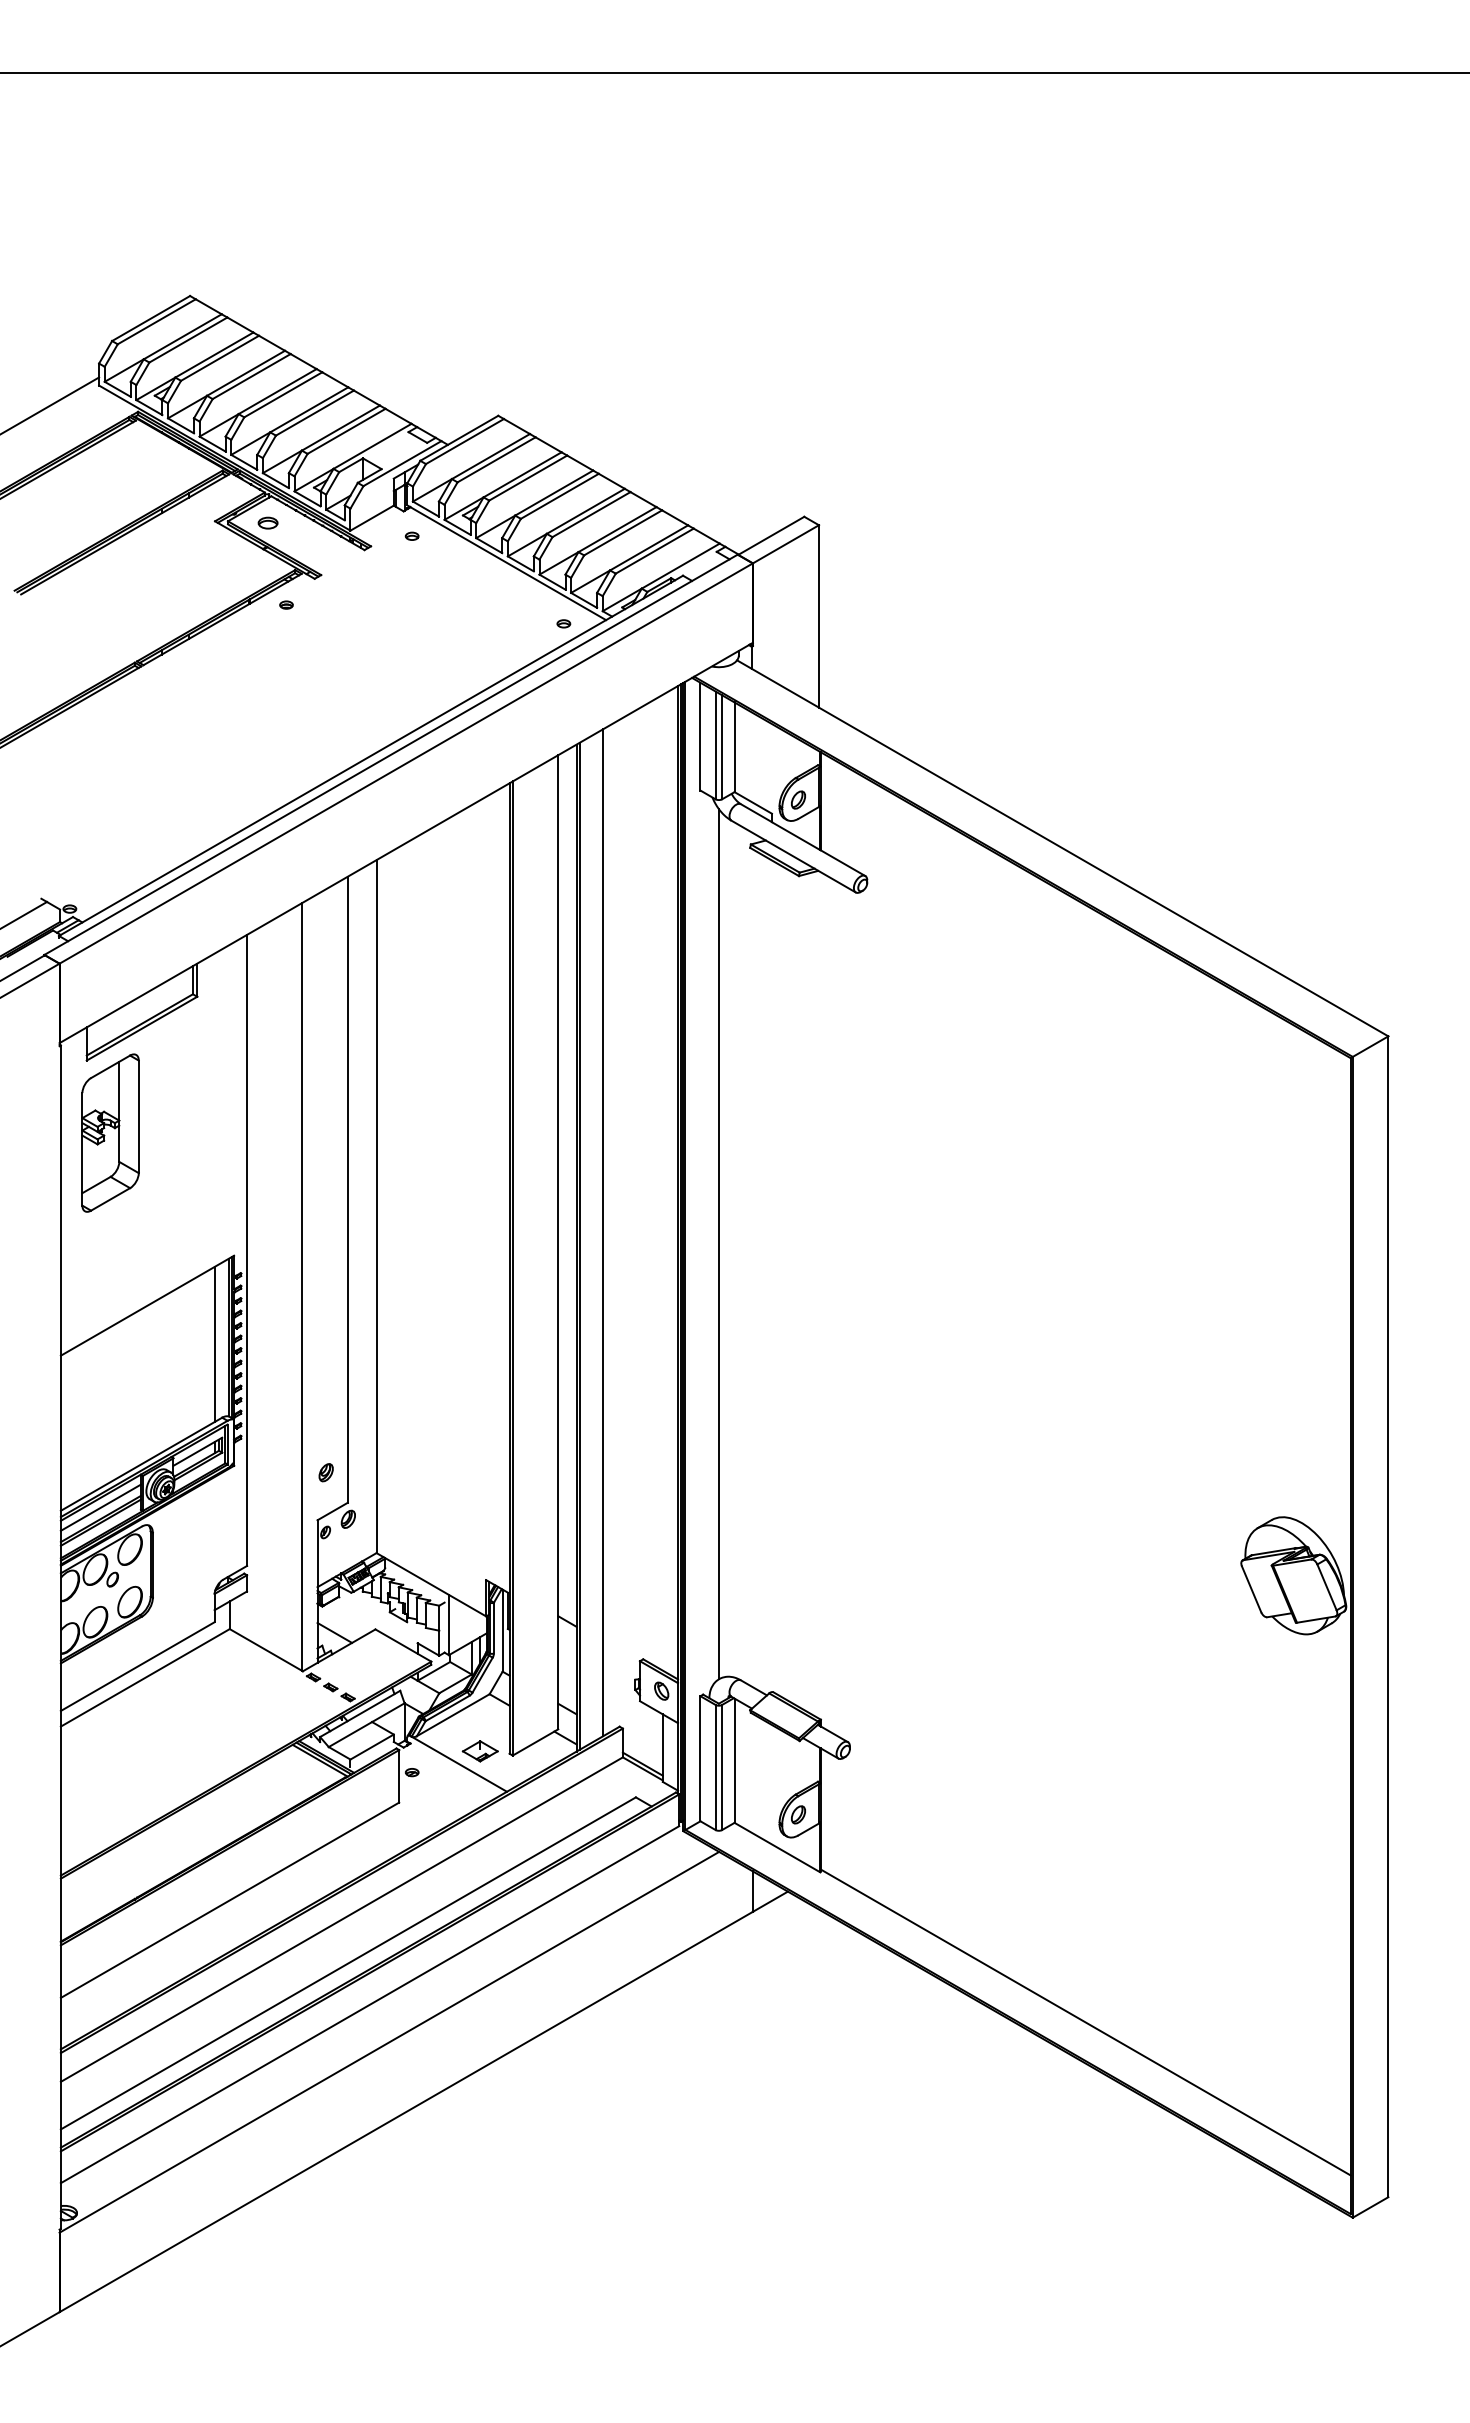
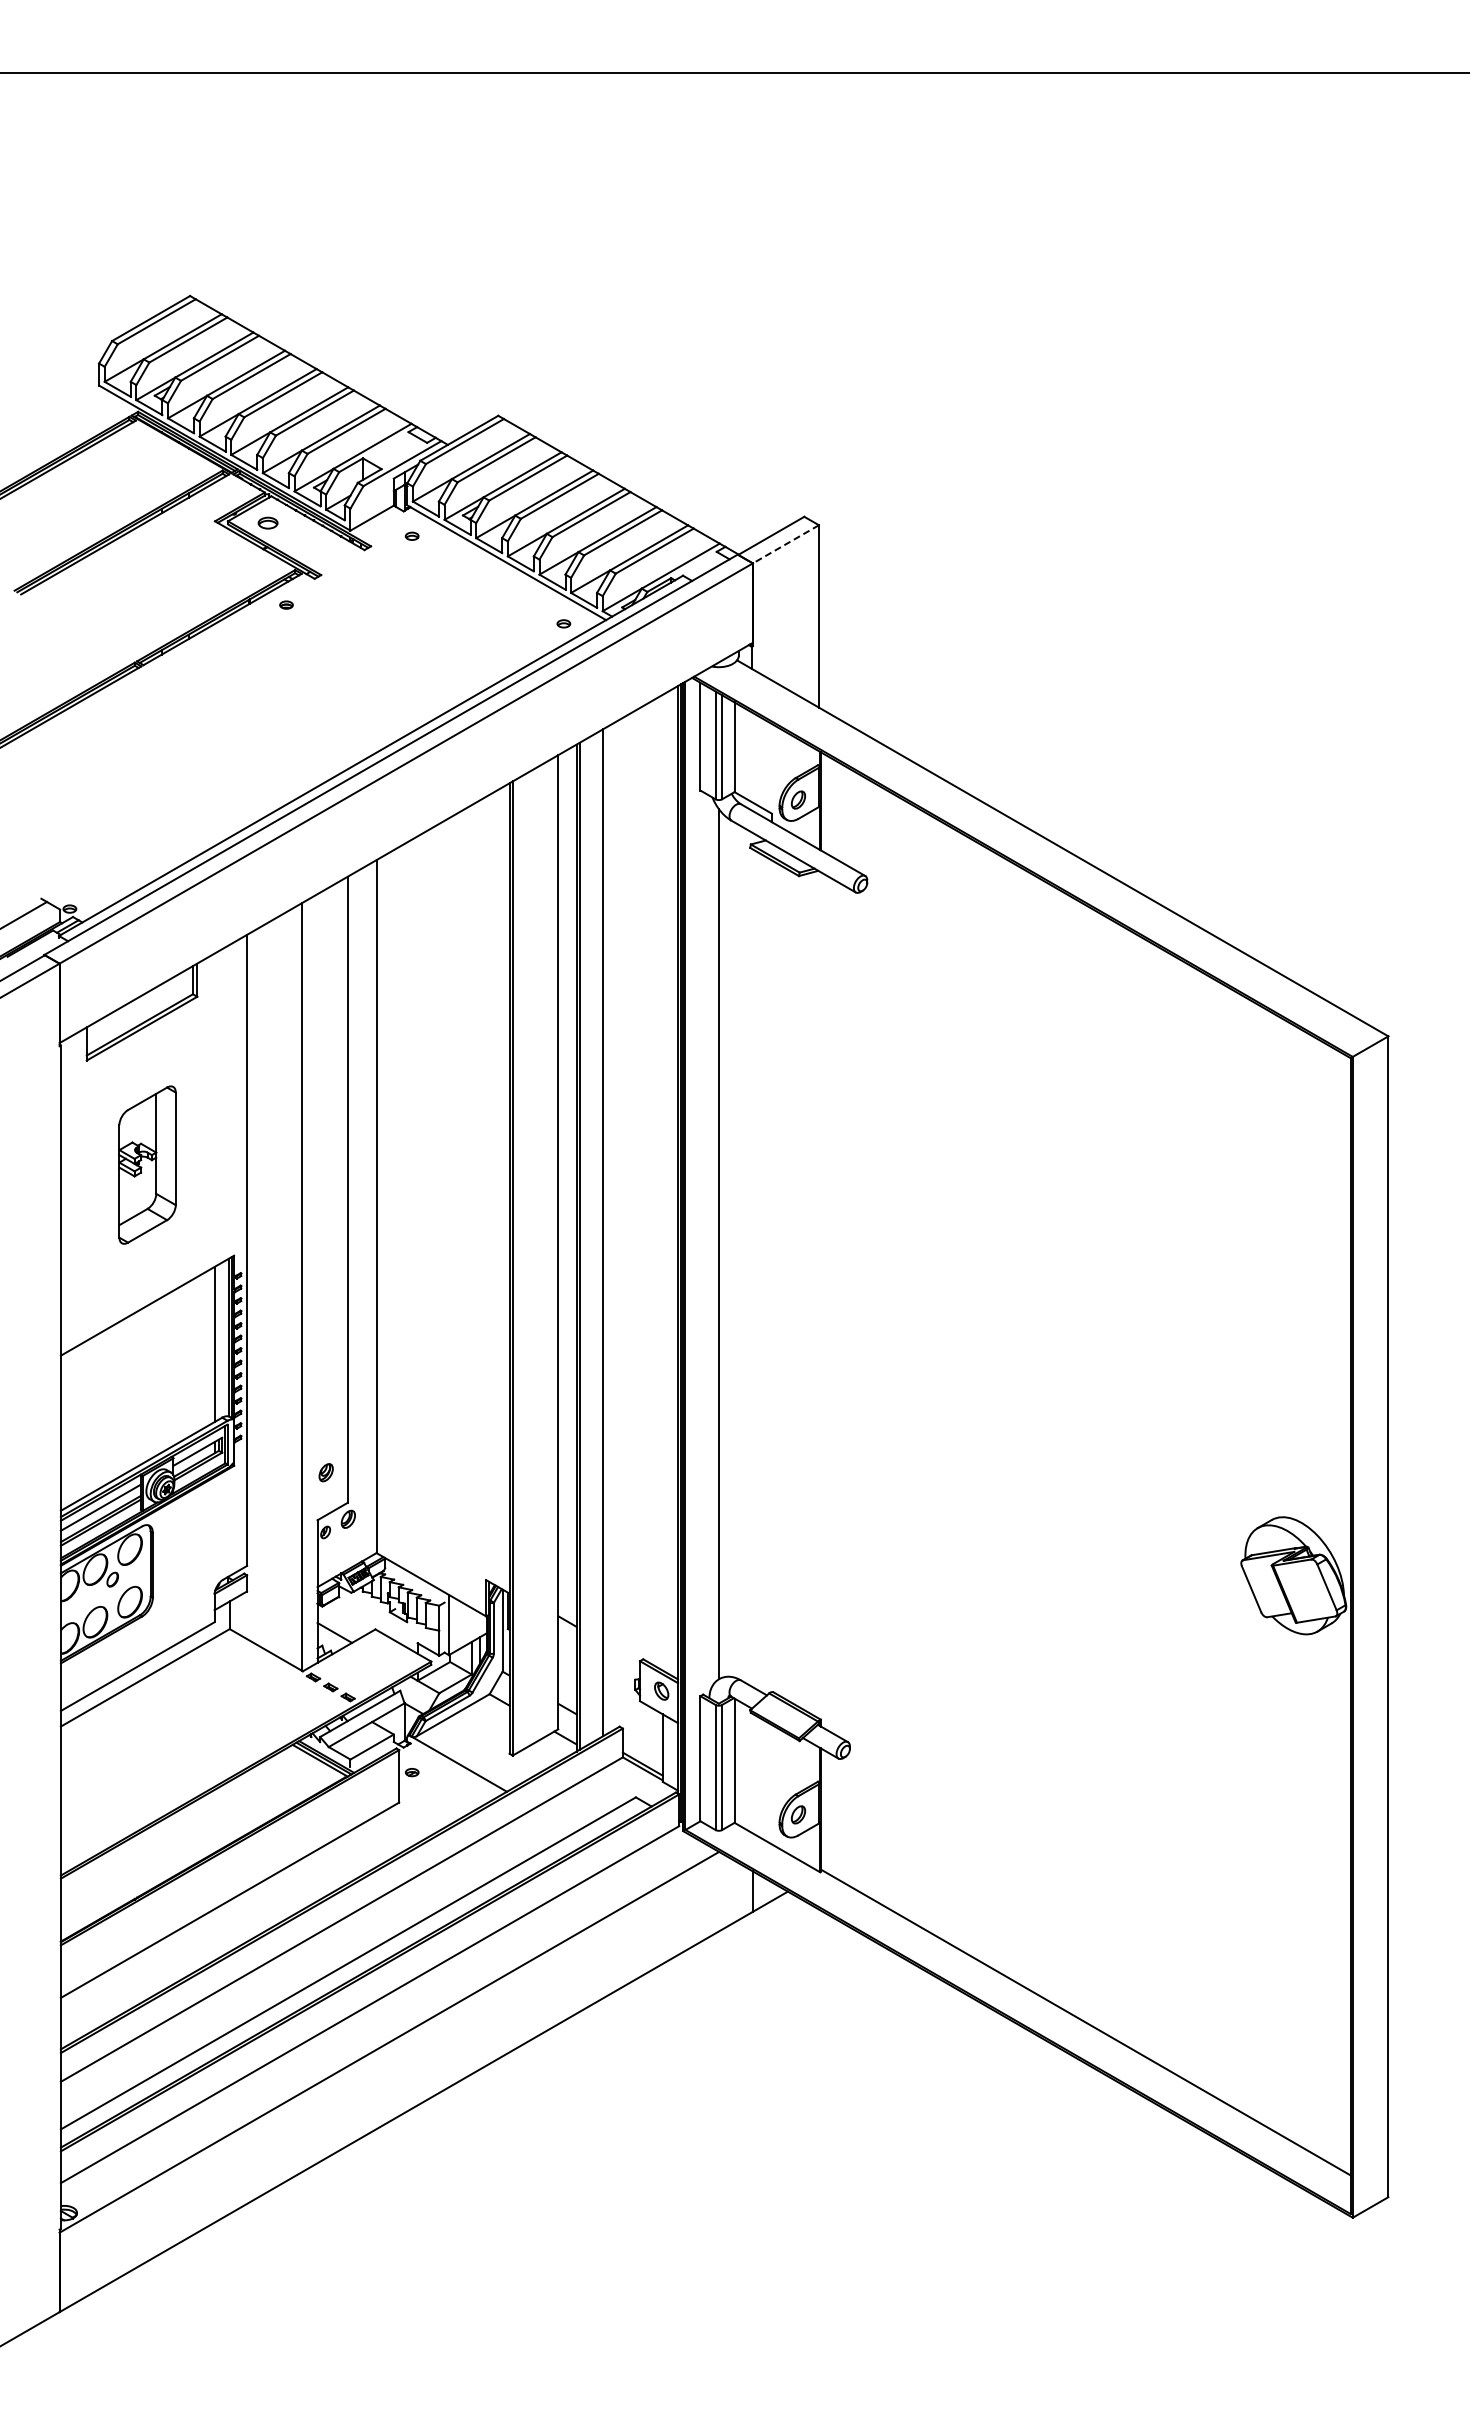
line at (50, 405): present -> none
line at (785, 544): solid -> dashed
part at (110, 1132) position: (110, 1132) -> (147, 1164)
part at (479, 1751): present -> none
